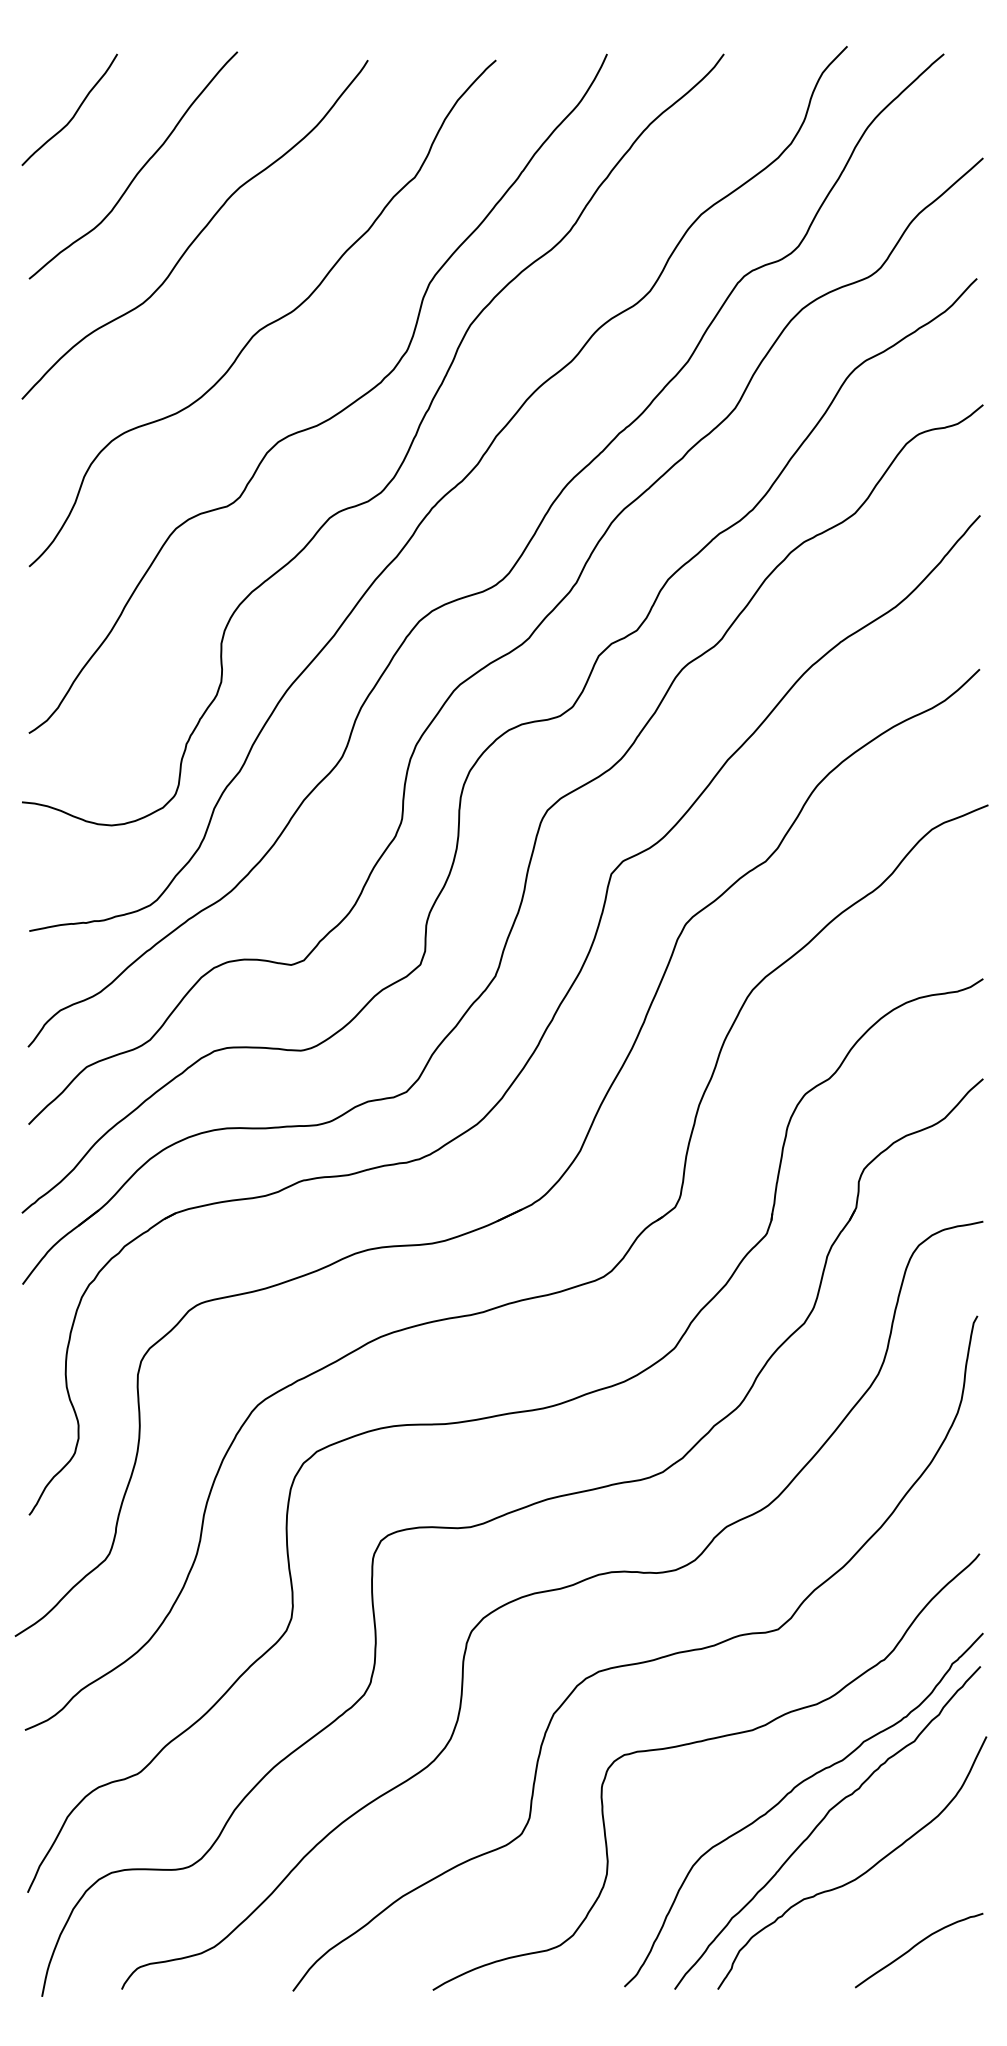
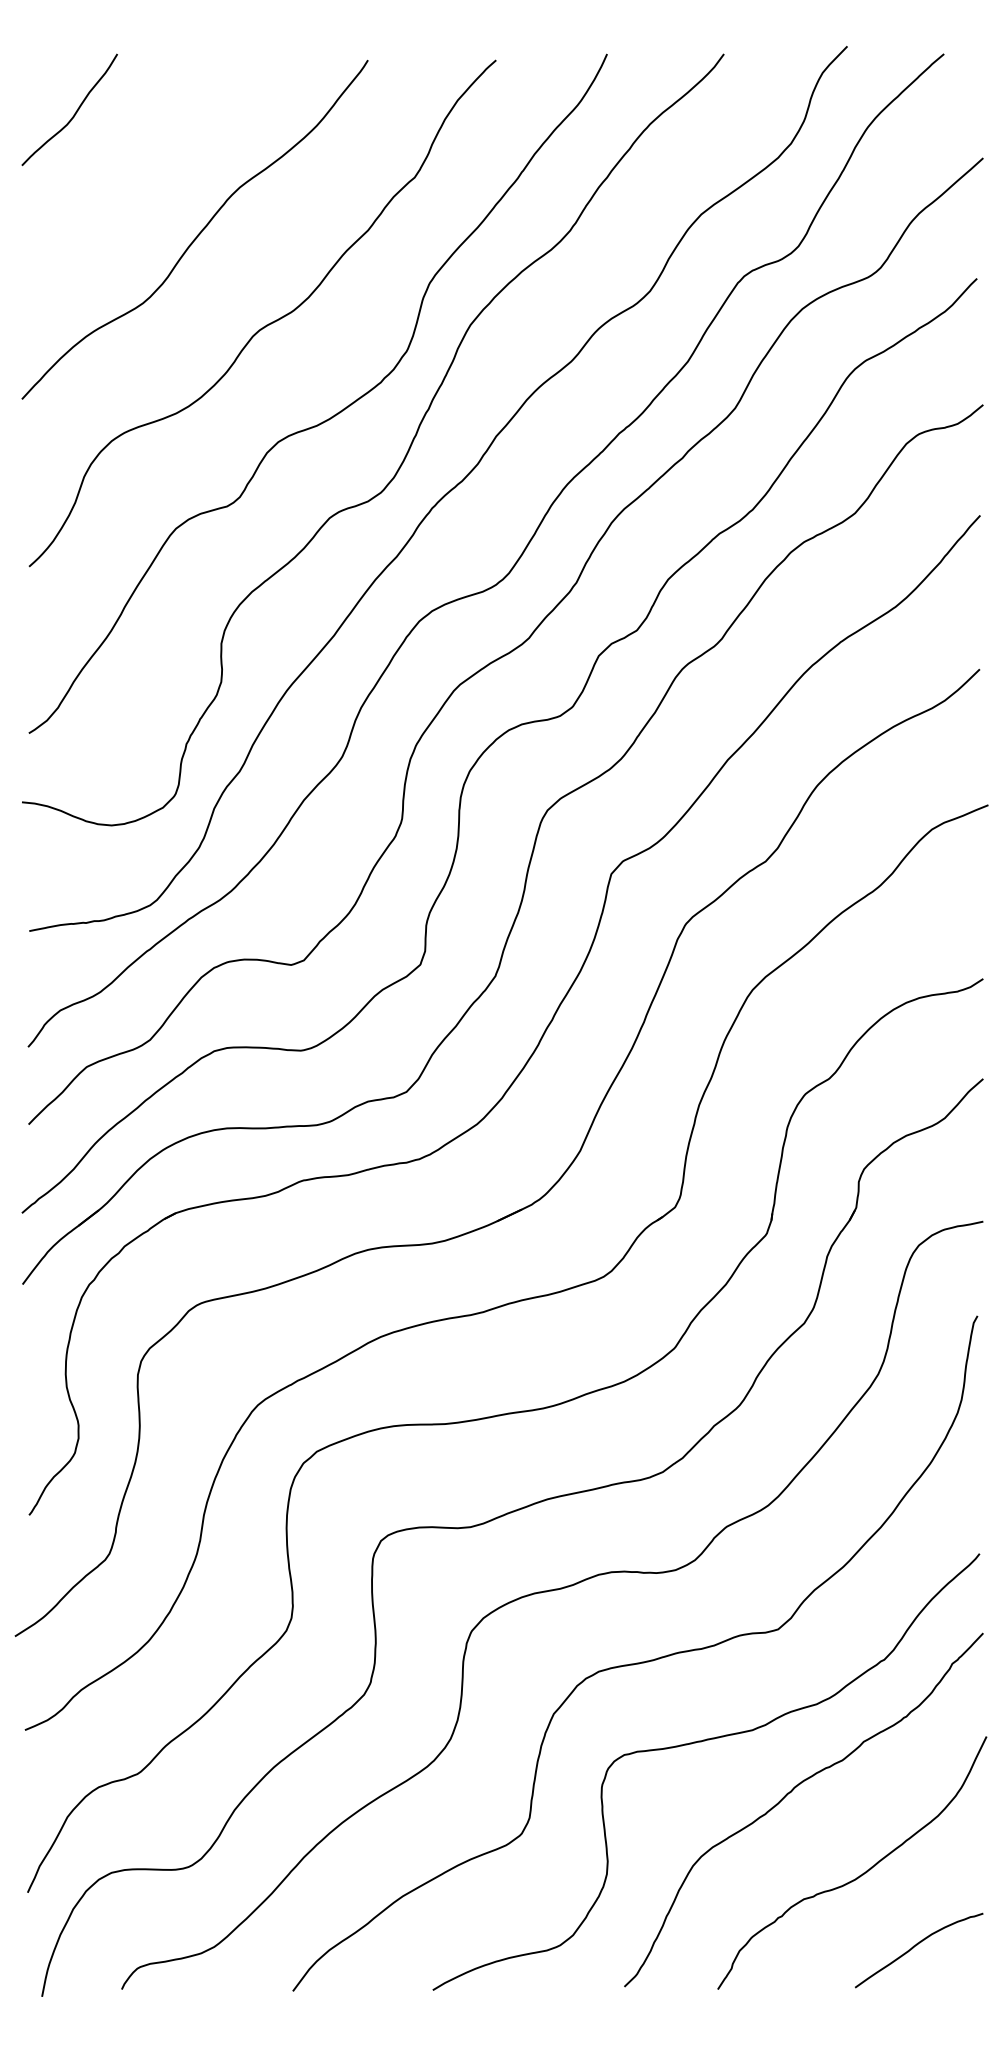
curve at (139, 169): present -> none
curve at (822, 1821): present -> none
